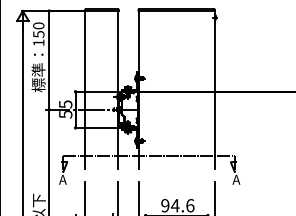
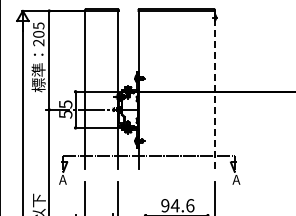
text at (38, 34): 150 -> 205
line at (214, 89): solid -> dashed
line at (138, 197): present -> none
